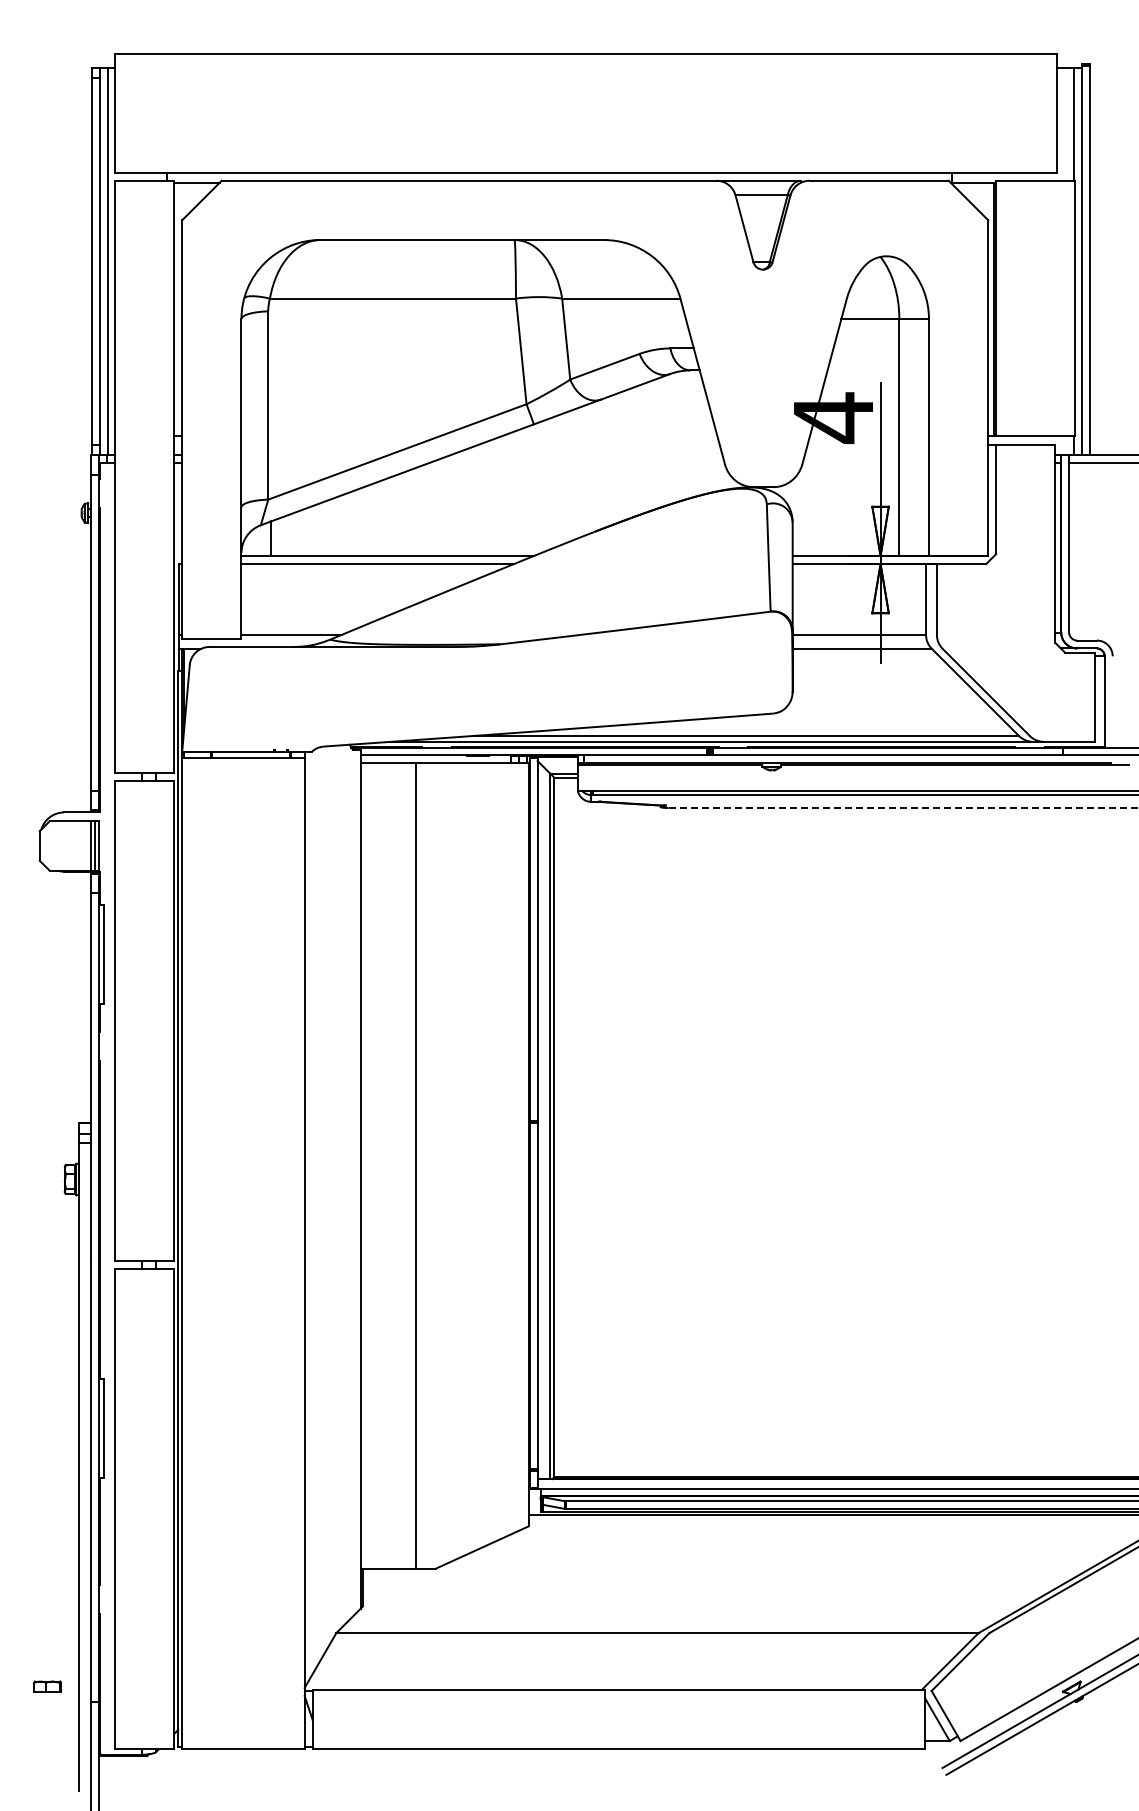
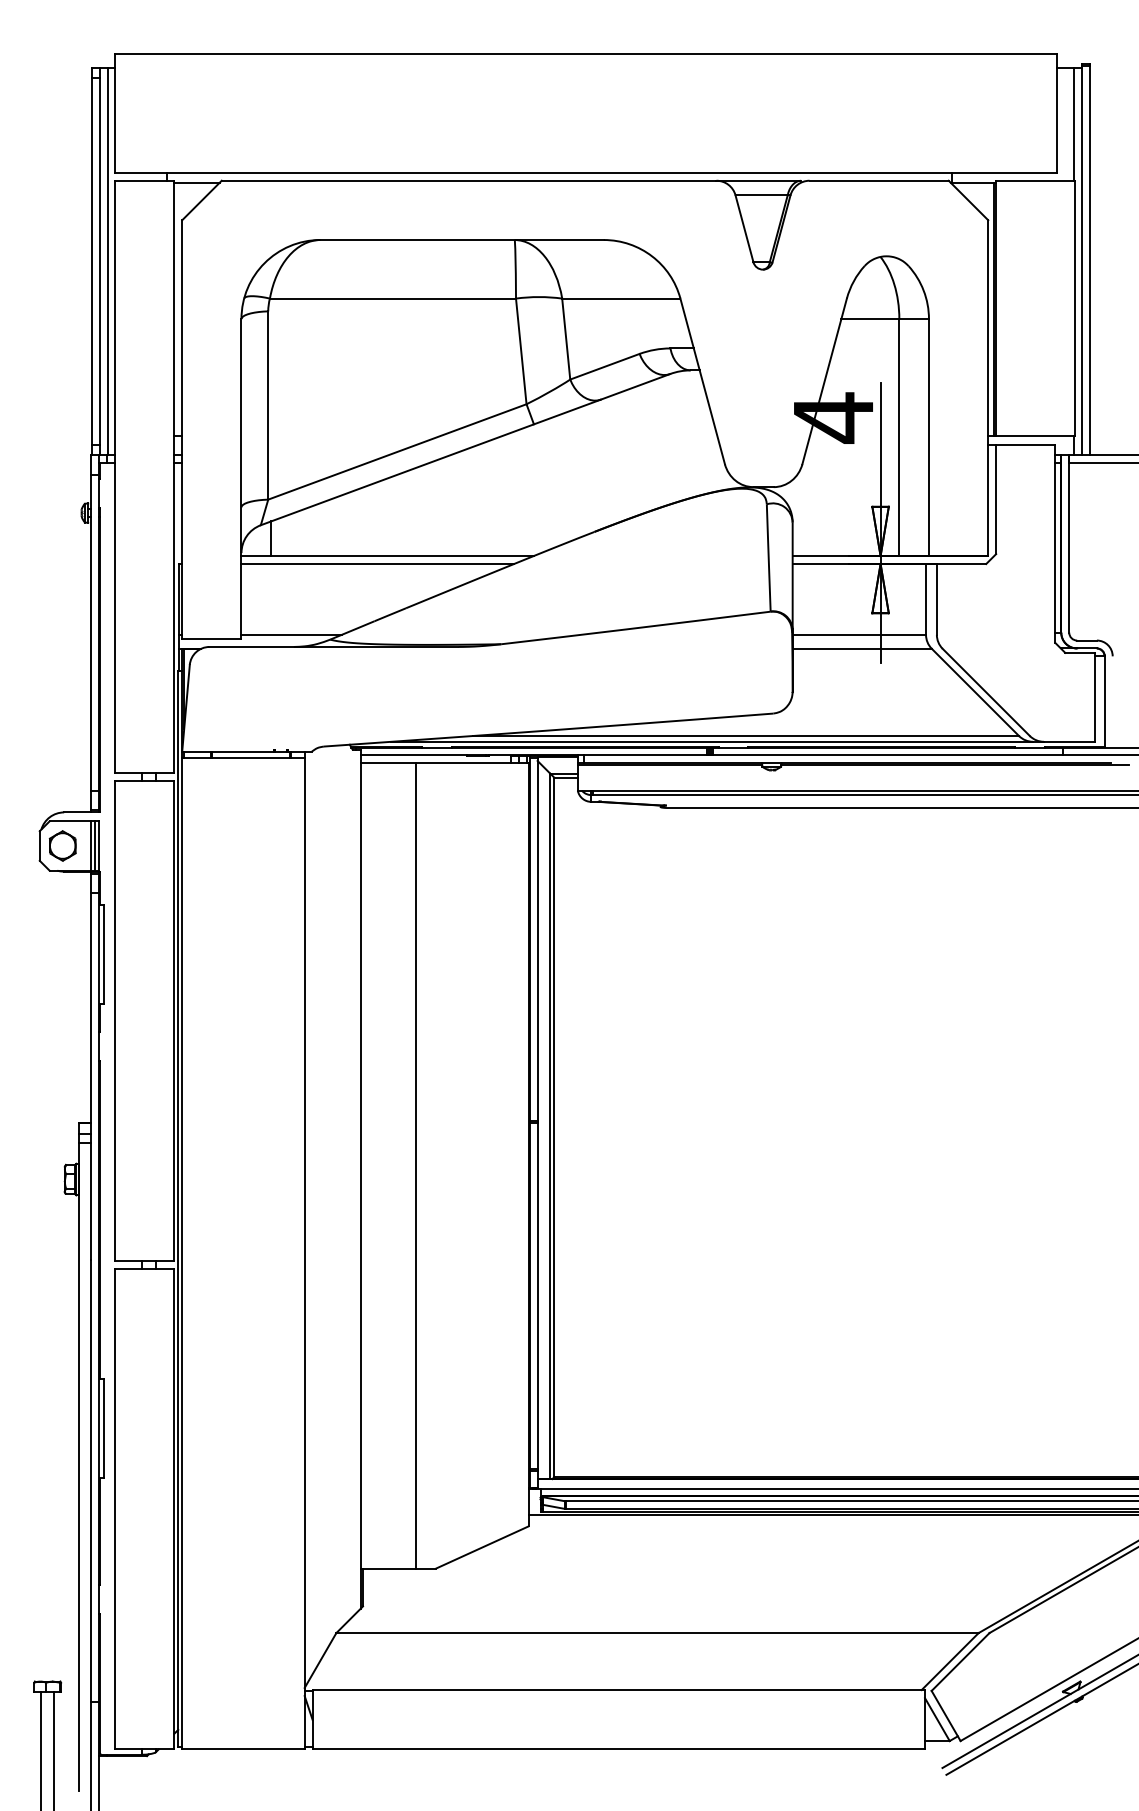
line at (904, 808): dashed -> solid
part at (62, 845): none -> present
line at (40, 1749): none -> present
line at (54, 1749): none -> present
